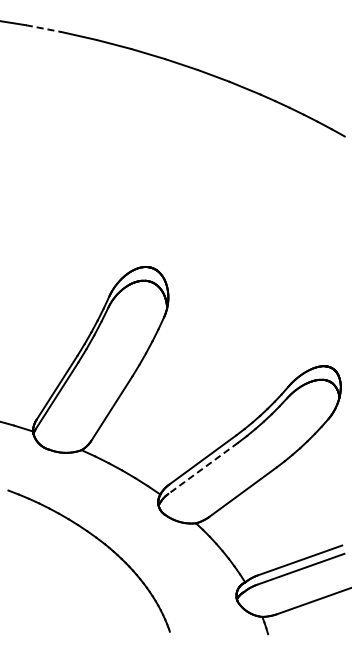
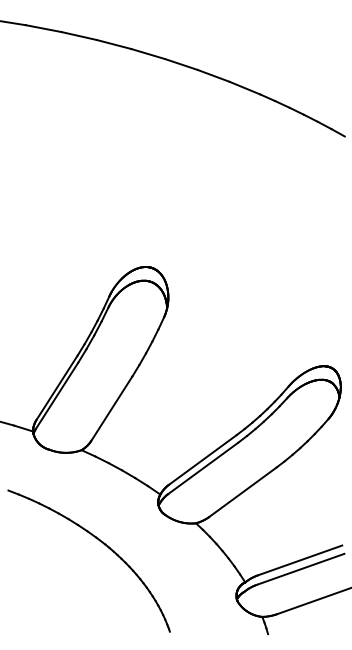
line at (44, 28): dashed -> solid
line at (202, 468): dashed -> solid
